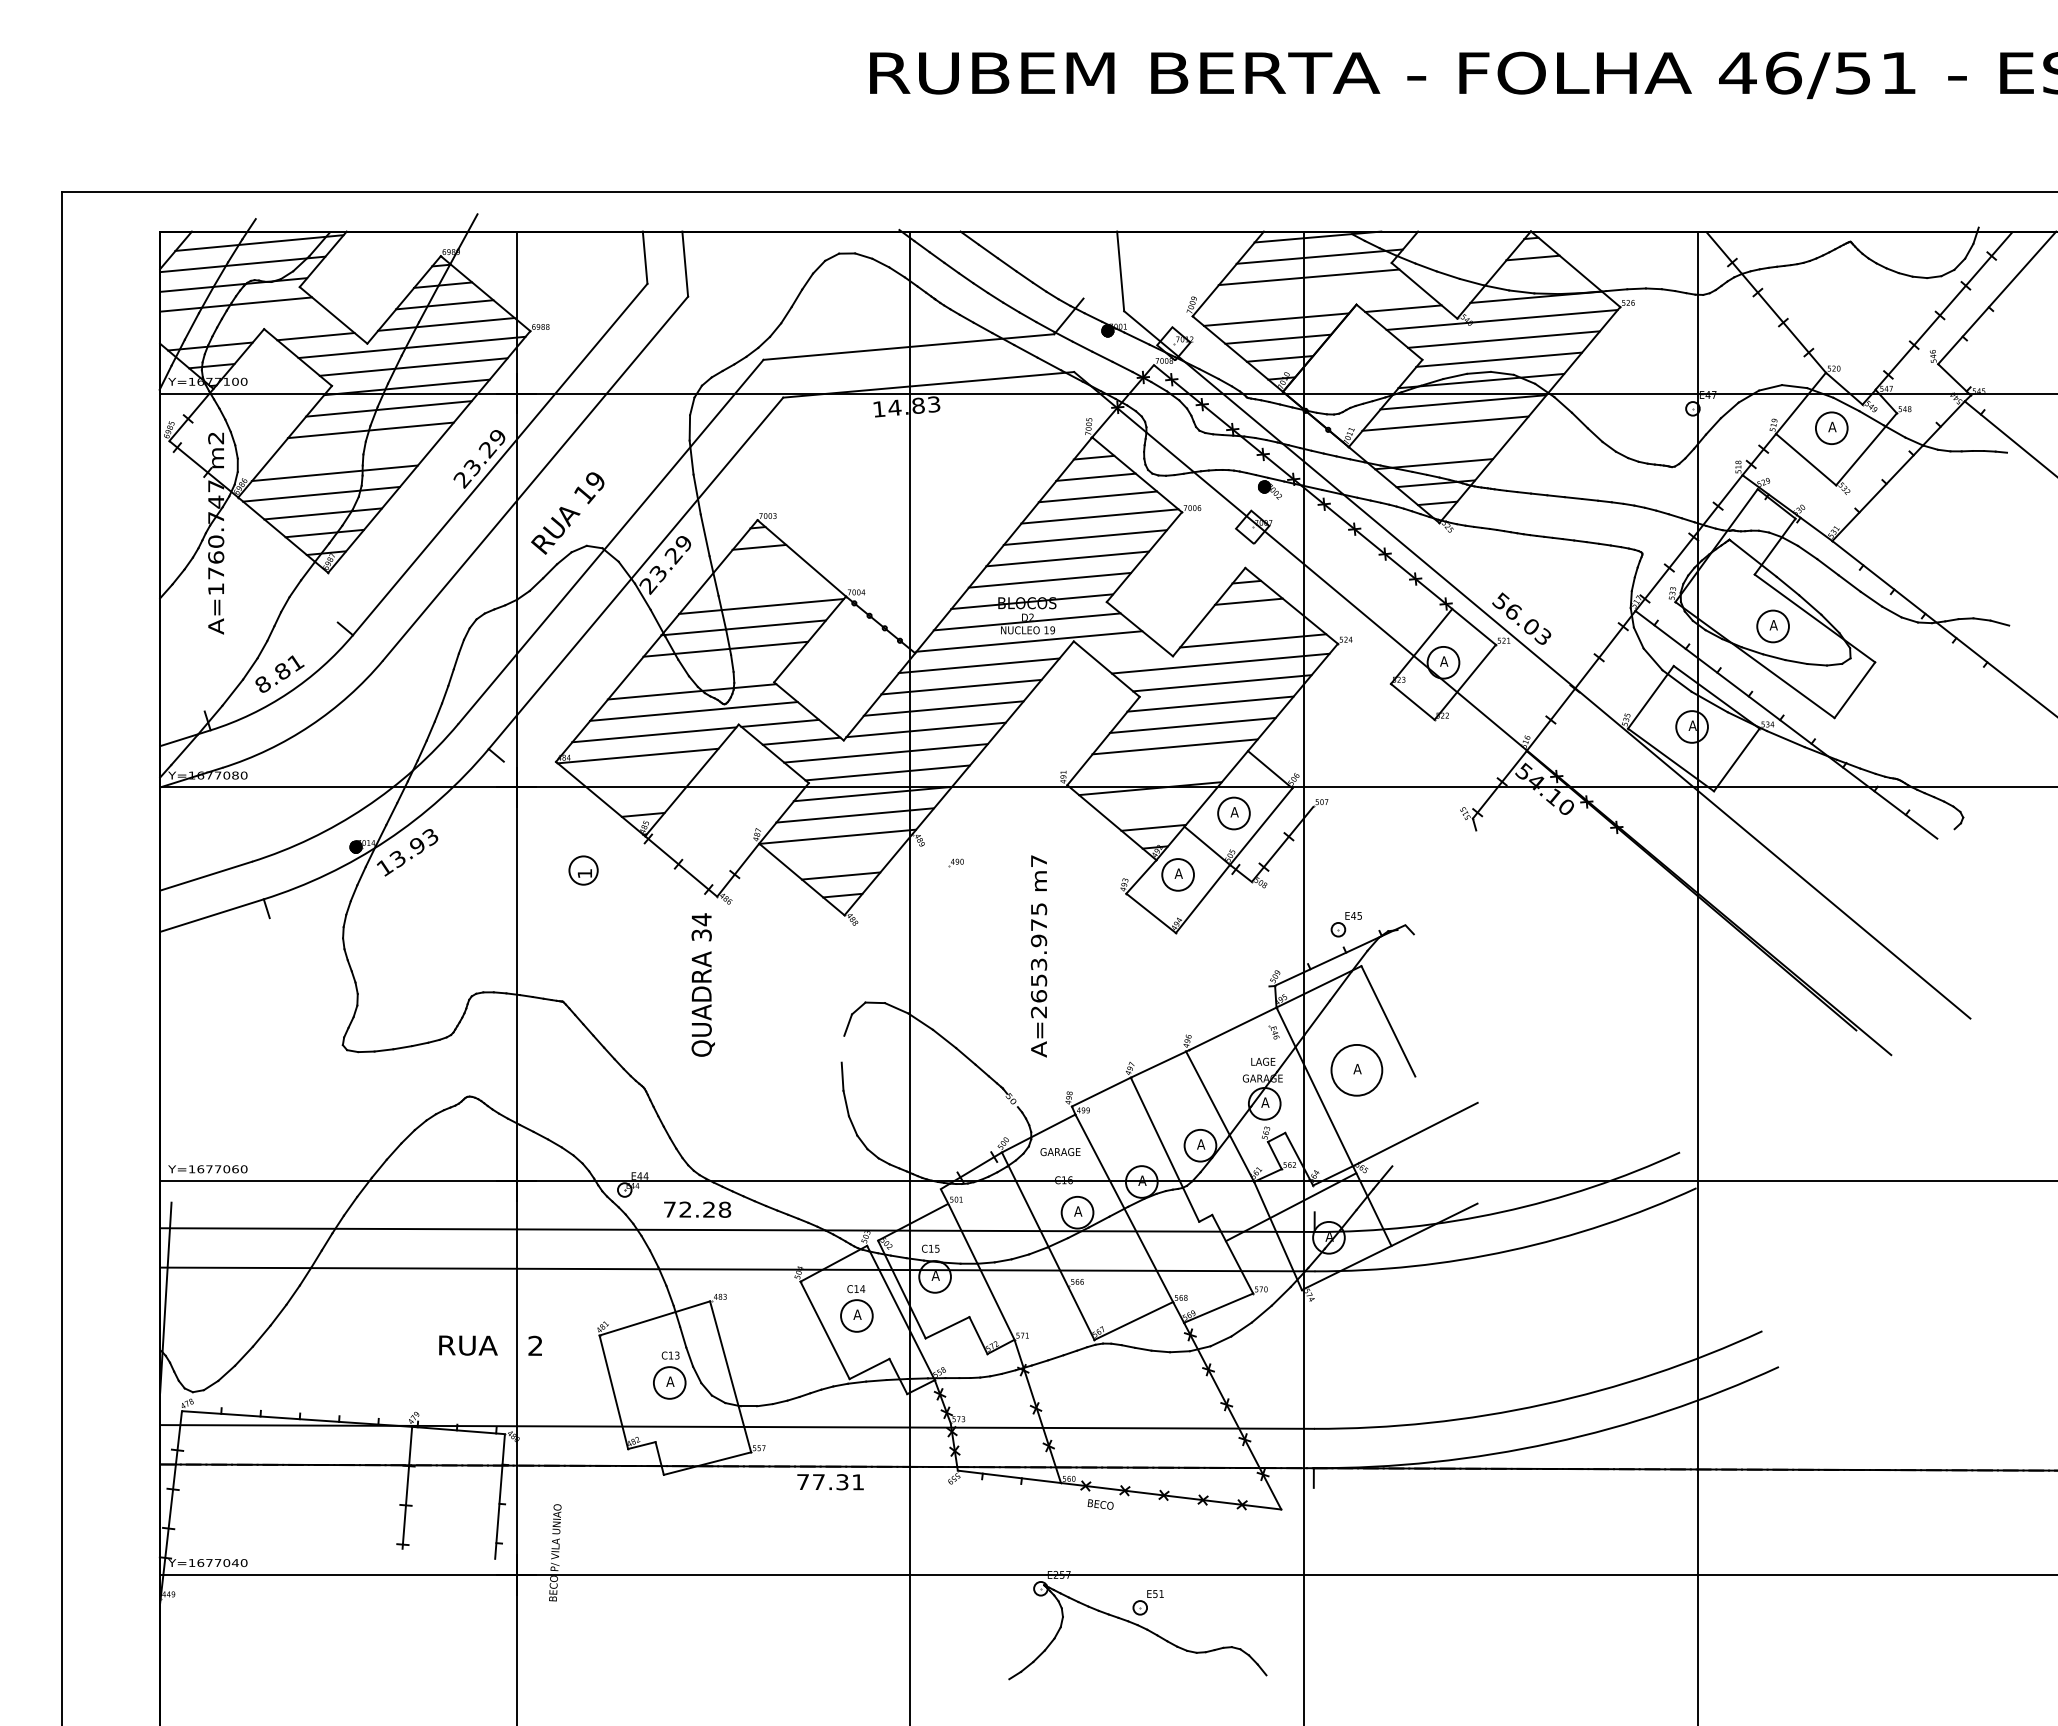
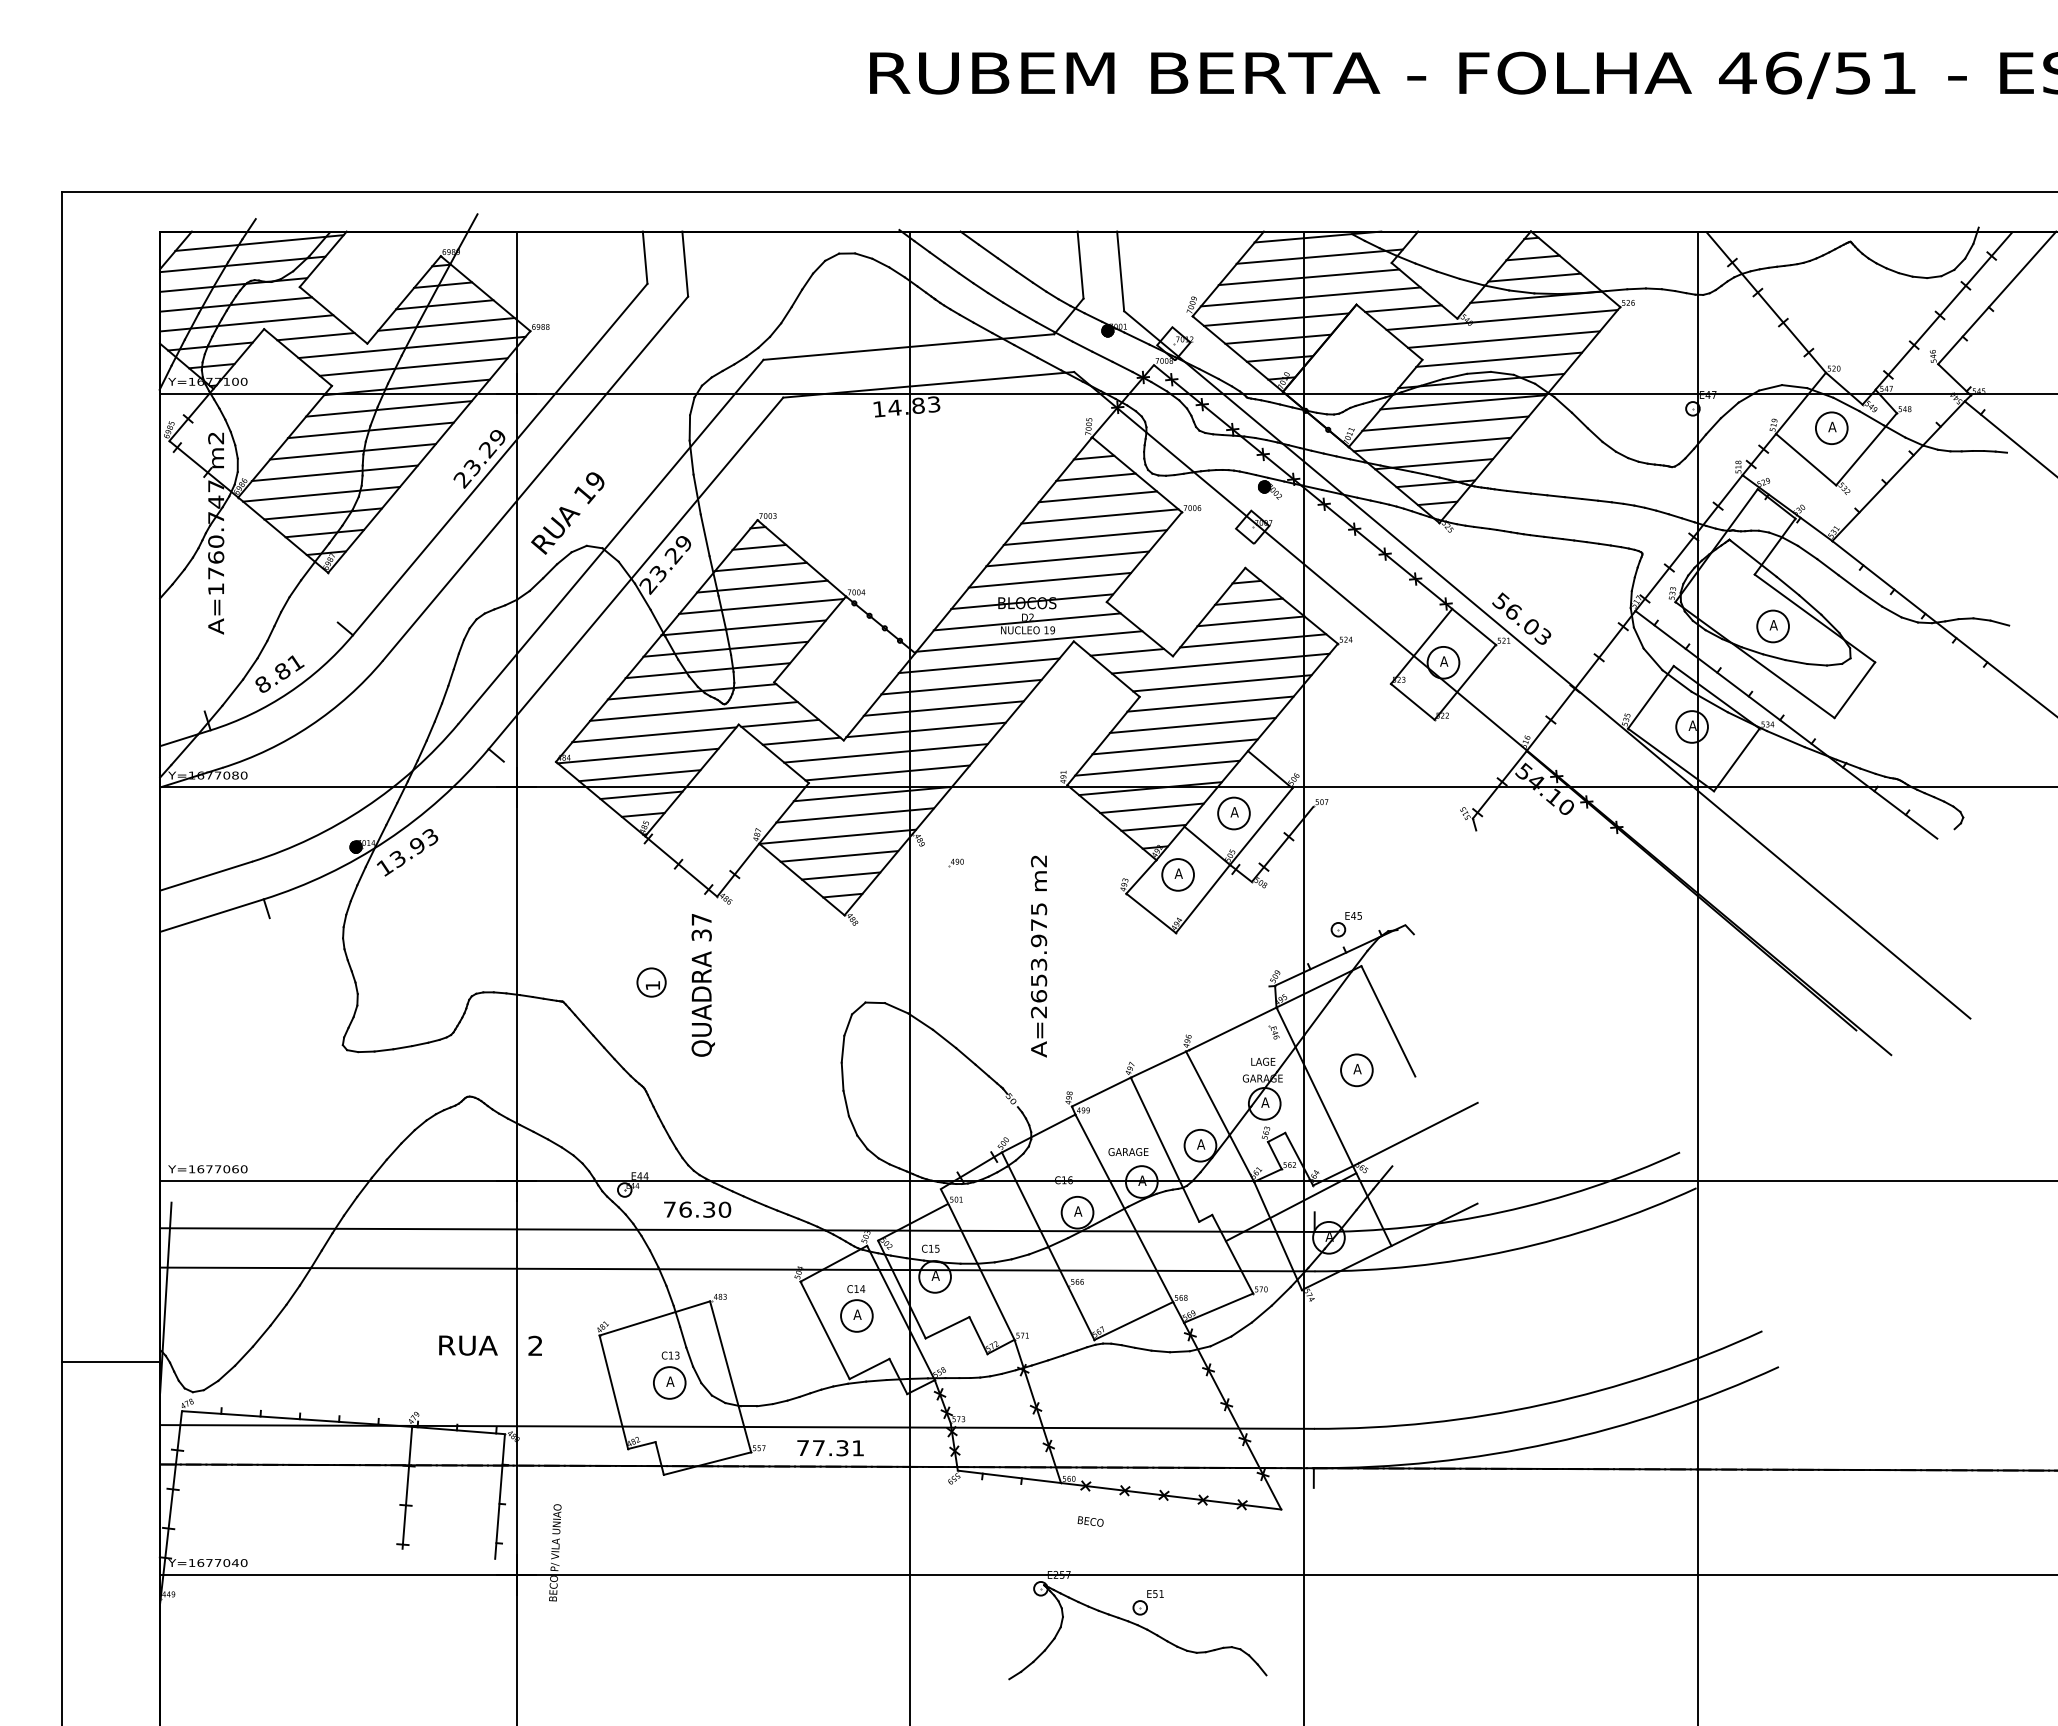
line at (1080, 264): none -> present
line at (1534, 277): none -> present
line at (1310, 296): none -> present
line at (246, 323): none -> present
line at (1431, 444): none -> present
line at (352, 451): none -> present
line at (760, 566): none -> present
line at (761, 586): none -> present
line at (1250, 621): none -> present
line at (1127, 652): none -> present
line at (707, 670): none -> present
line at (1156, 767): none -> present
line at (639, 775): none -> present
line at (641, 795): none -> present
line at (1151, 807): none -> present
line at (839, 856): none -> present
text at (1038, 861): m7 -> m2
part at (583, 870) position: (583, 870) -> (651, 982)
text at (701, 919): 34 -> 37
line at (842, 1048): none -> present
circle at (1356, 1069) diameter: 51 px -> 32 px
text at (1060, 1152) position: (1060, 1152) -> (1128, 1152)
text at (705, 1209): 72.28 -> 76.30
line at (110, 1361): none -> present
text at (830, 1482) position: (830, 1482) -> (830, 1448)
text at (1100, 1504) position: (1100, 1504) -> (1090, 1521)
